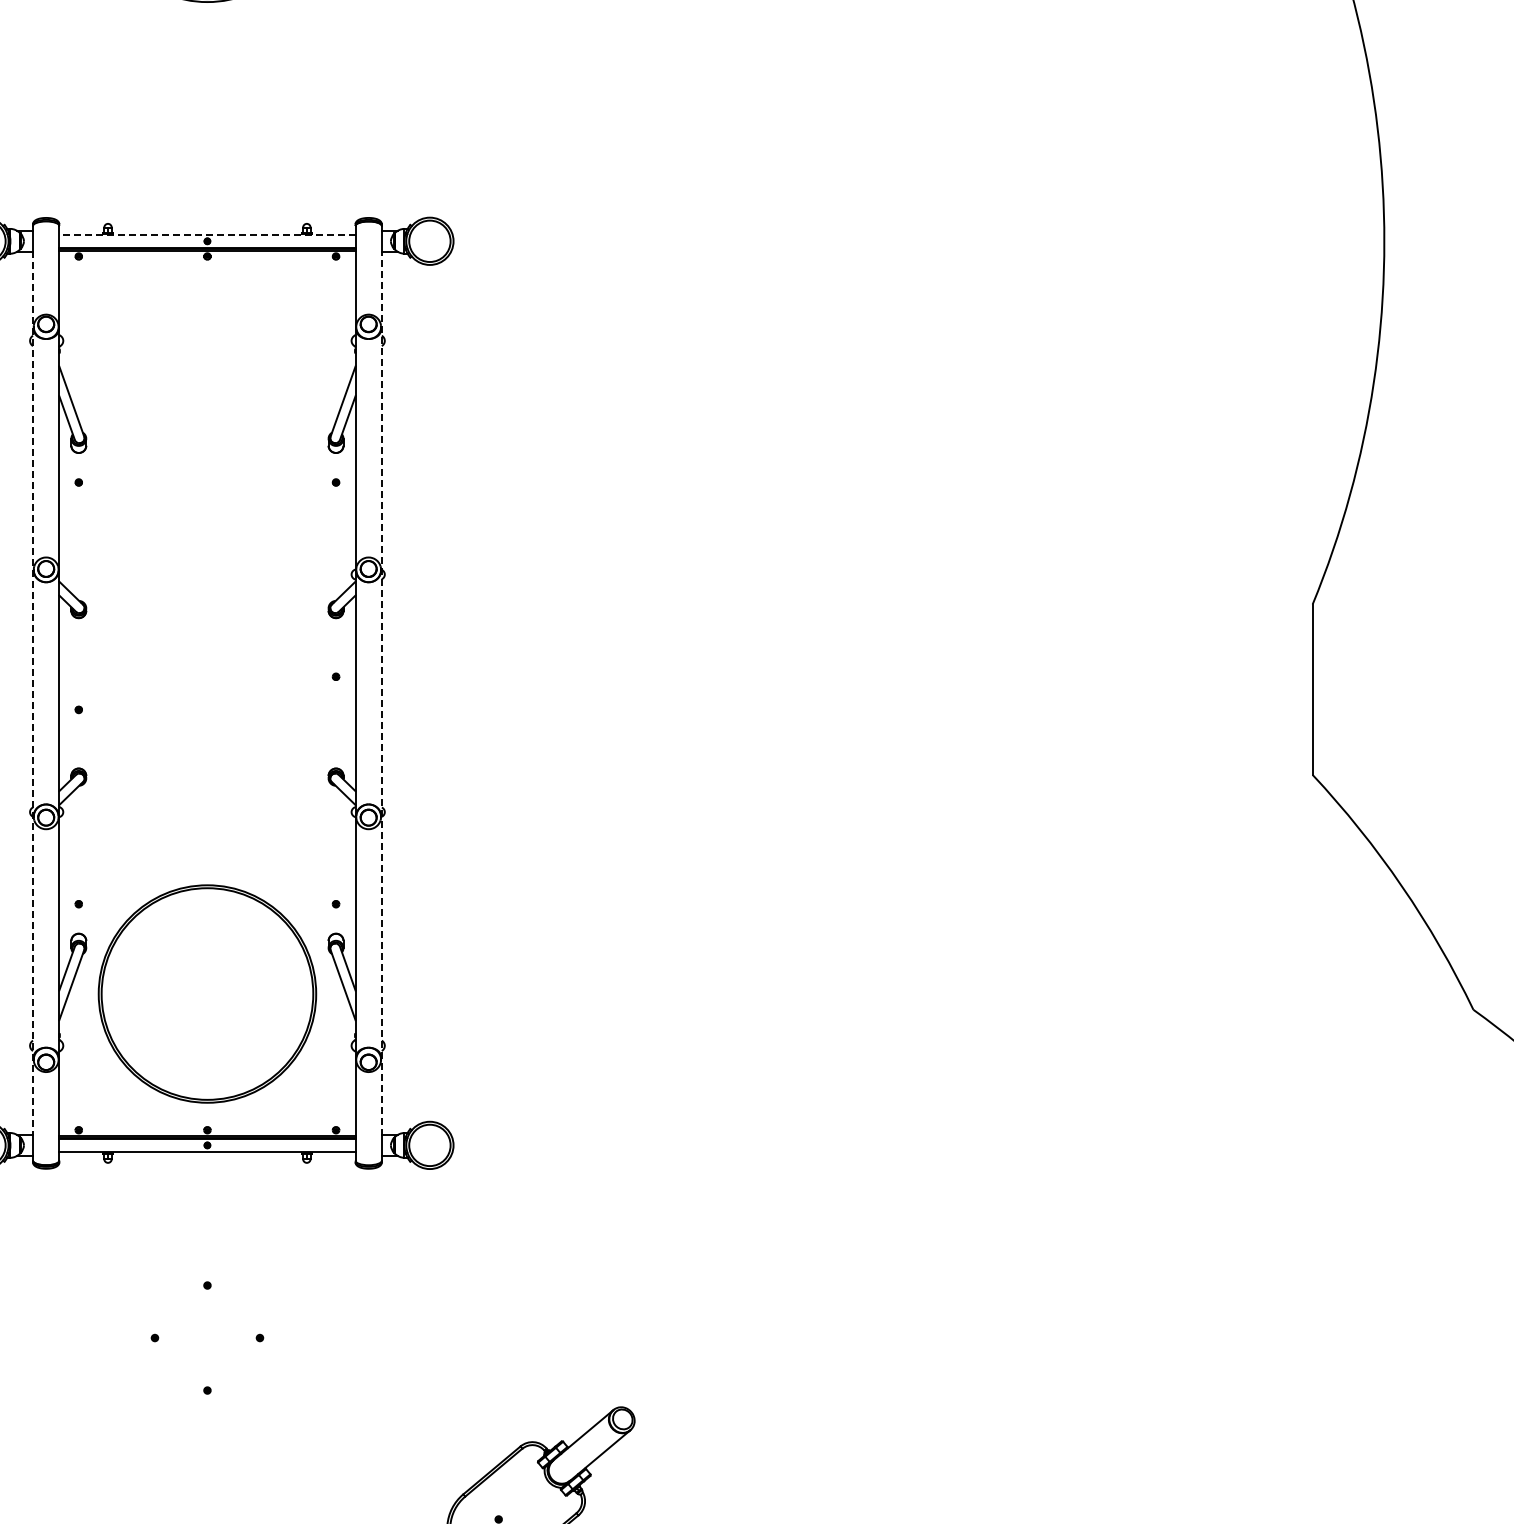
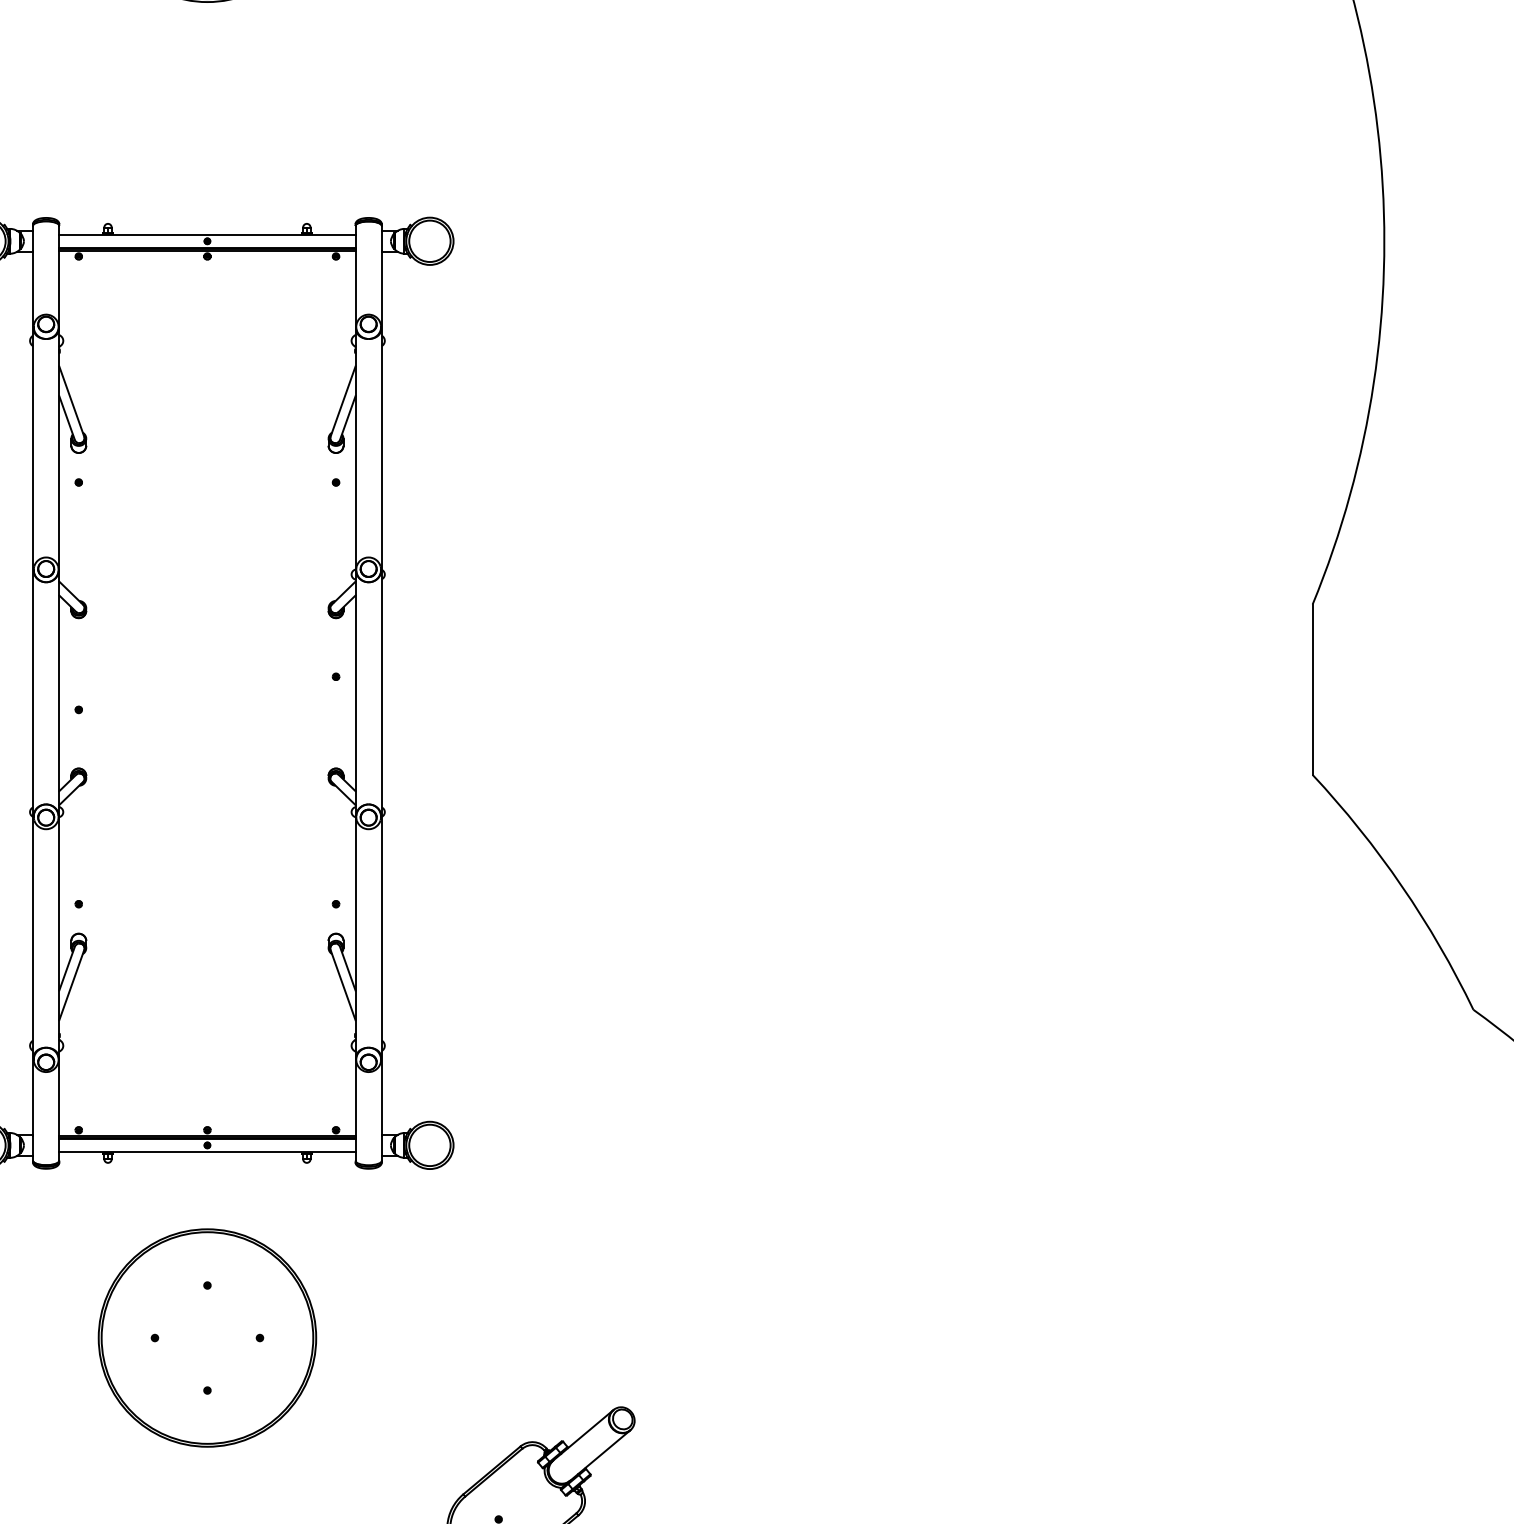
line at (206, 234): dashed -> solid
line at (381, 692): dashed -> solid
line at (33, 693): dashed -> solid
part at (207, 993) position: (207, 993) -> (207, 1337)
